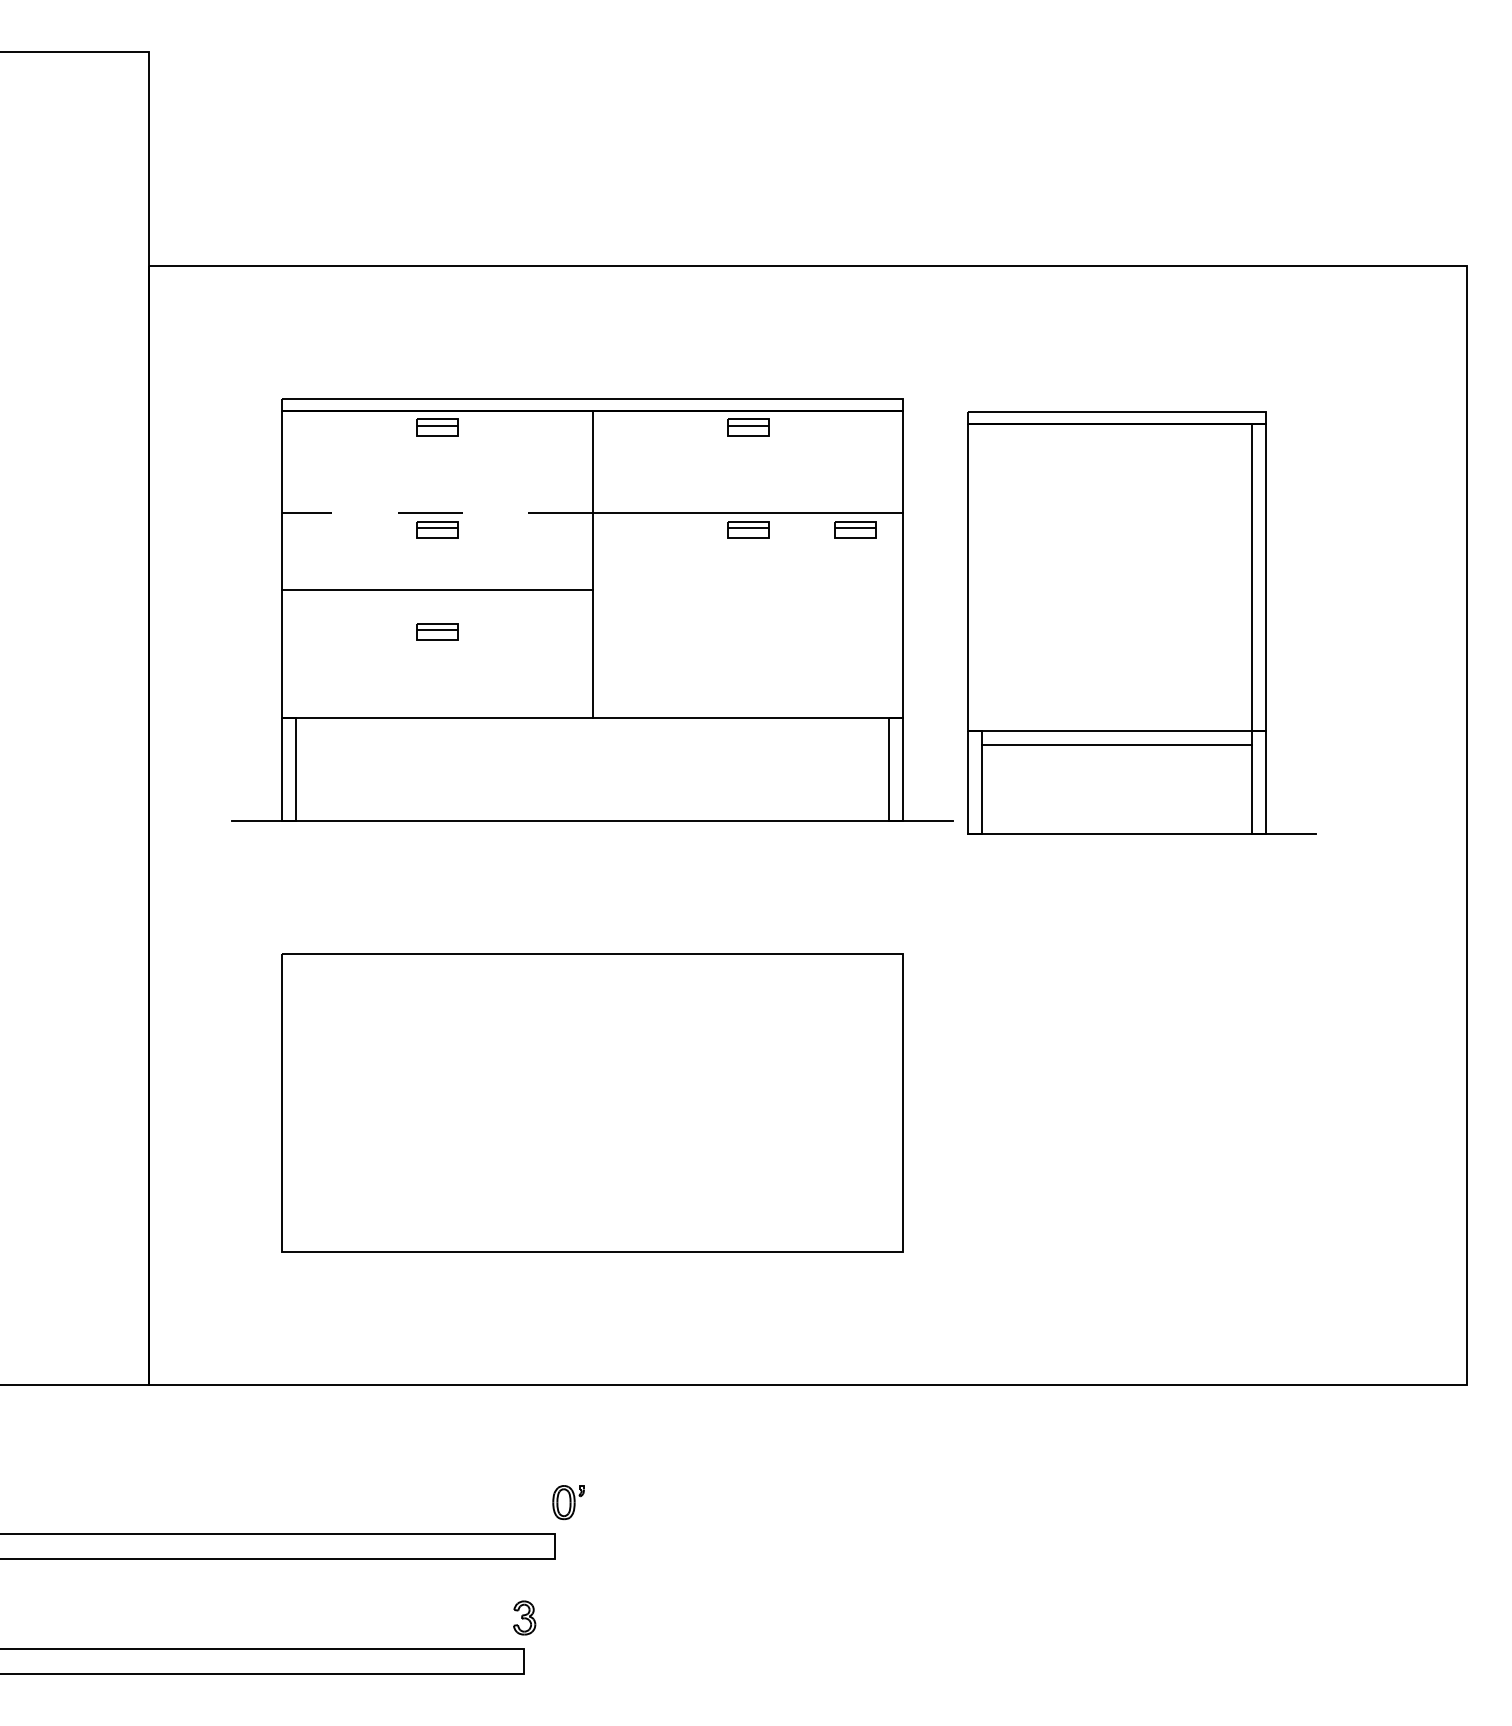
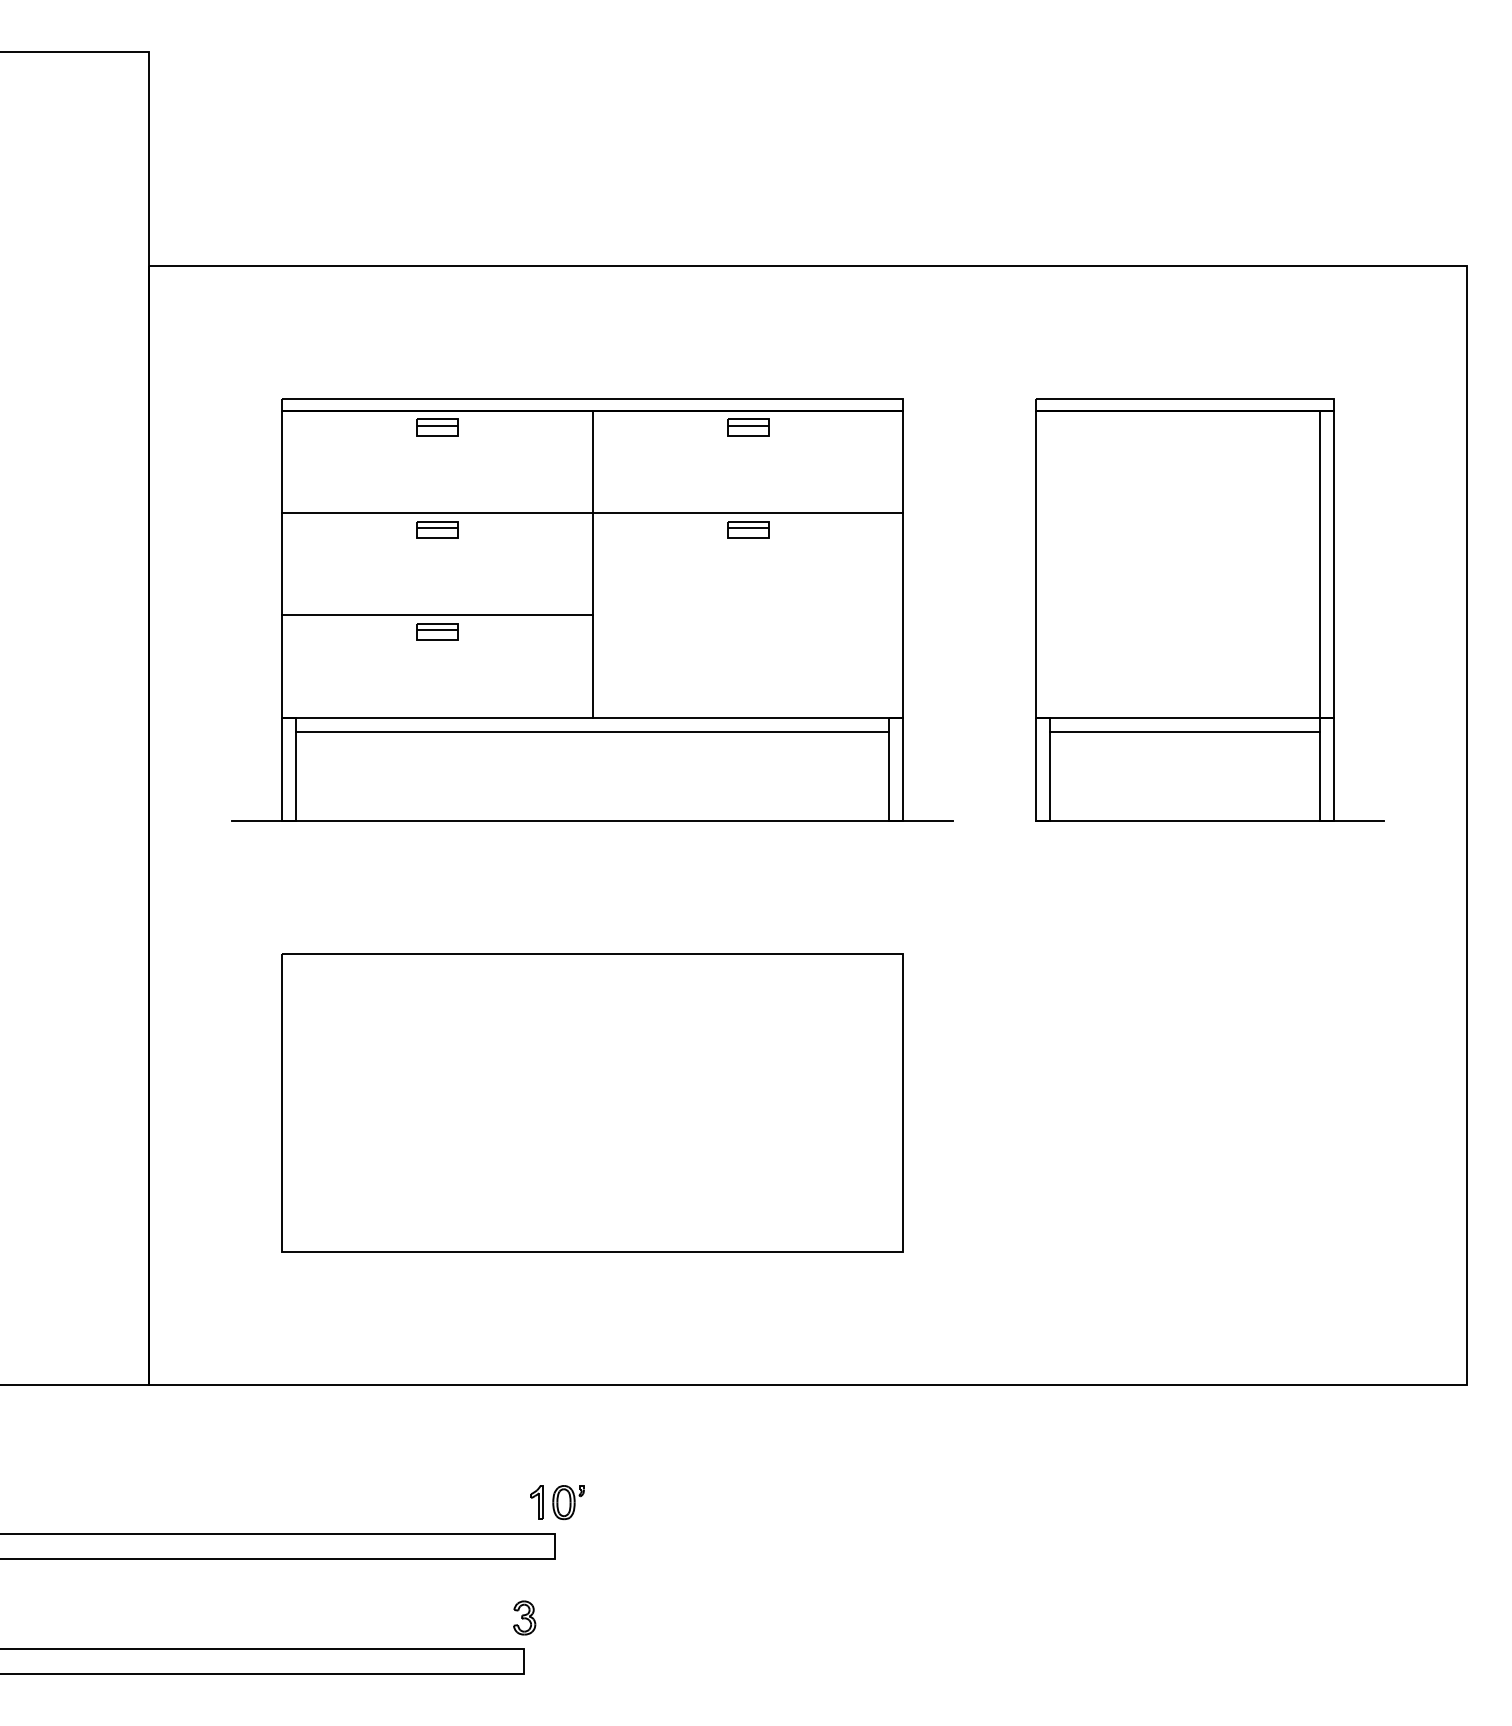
line at (437, 513): dashed -> solid
part at (855, 529): present -> none
line at (437, 590) position: (437, 590) -> (437, 615)
part at (1141, 622) position: (1141, 622) -> (1209, 609)
line at (592, 732): none -> present
part at (536, 1502): none -> present
